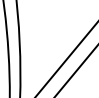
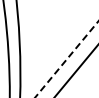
line at (67, 59): solid -> dashed
